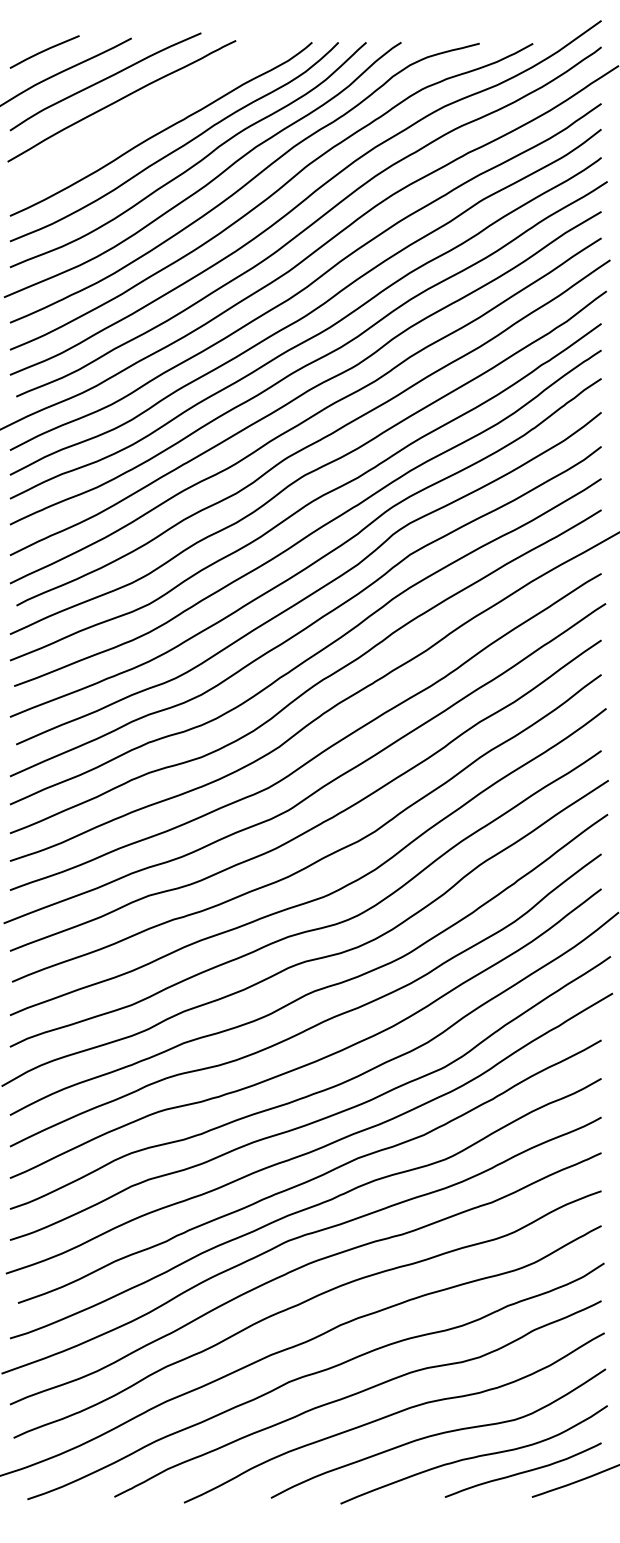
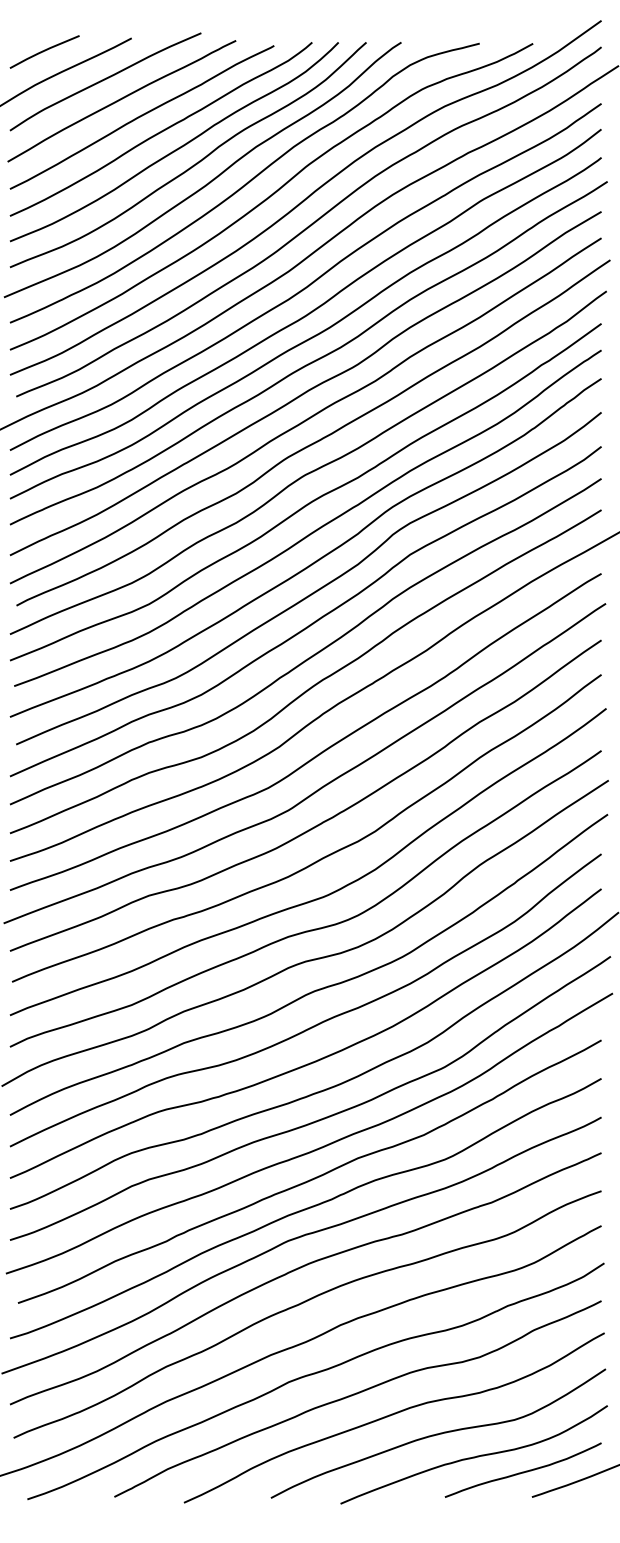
curve at (141, 116): none -> present
